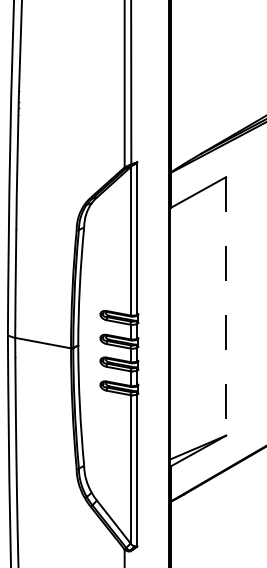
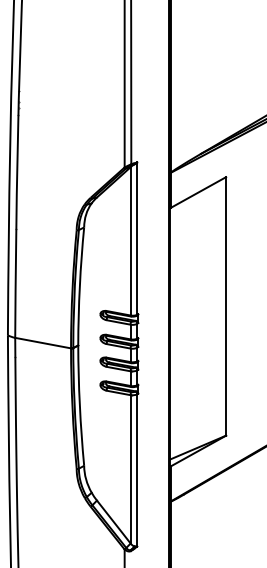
line at (226, 306): dashed -> solid
